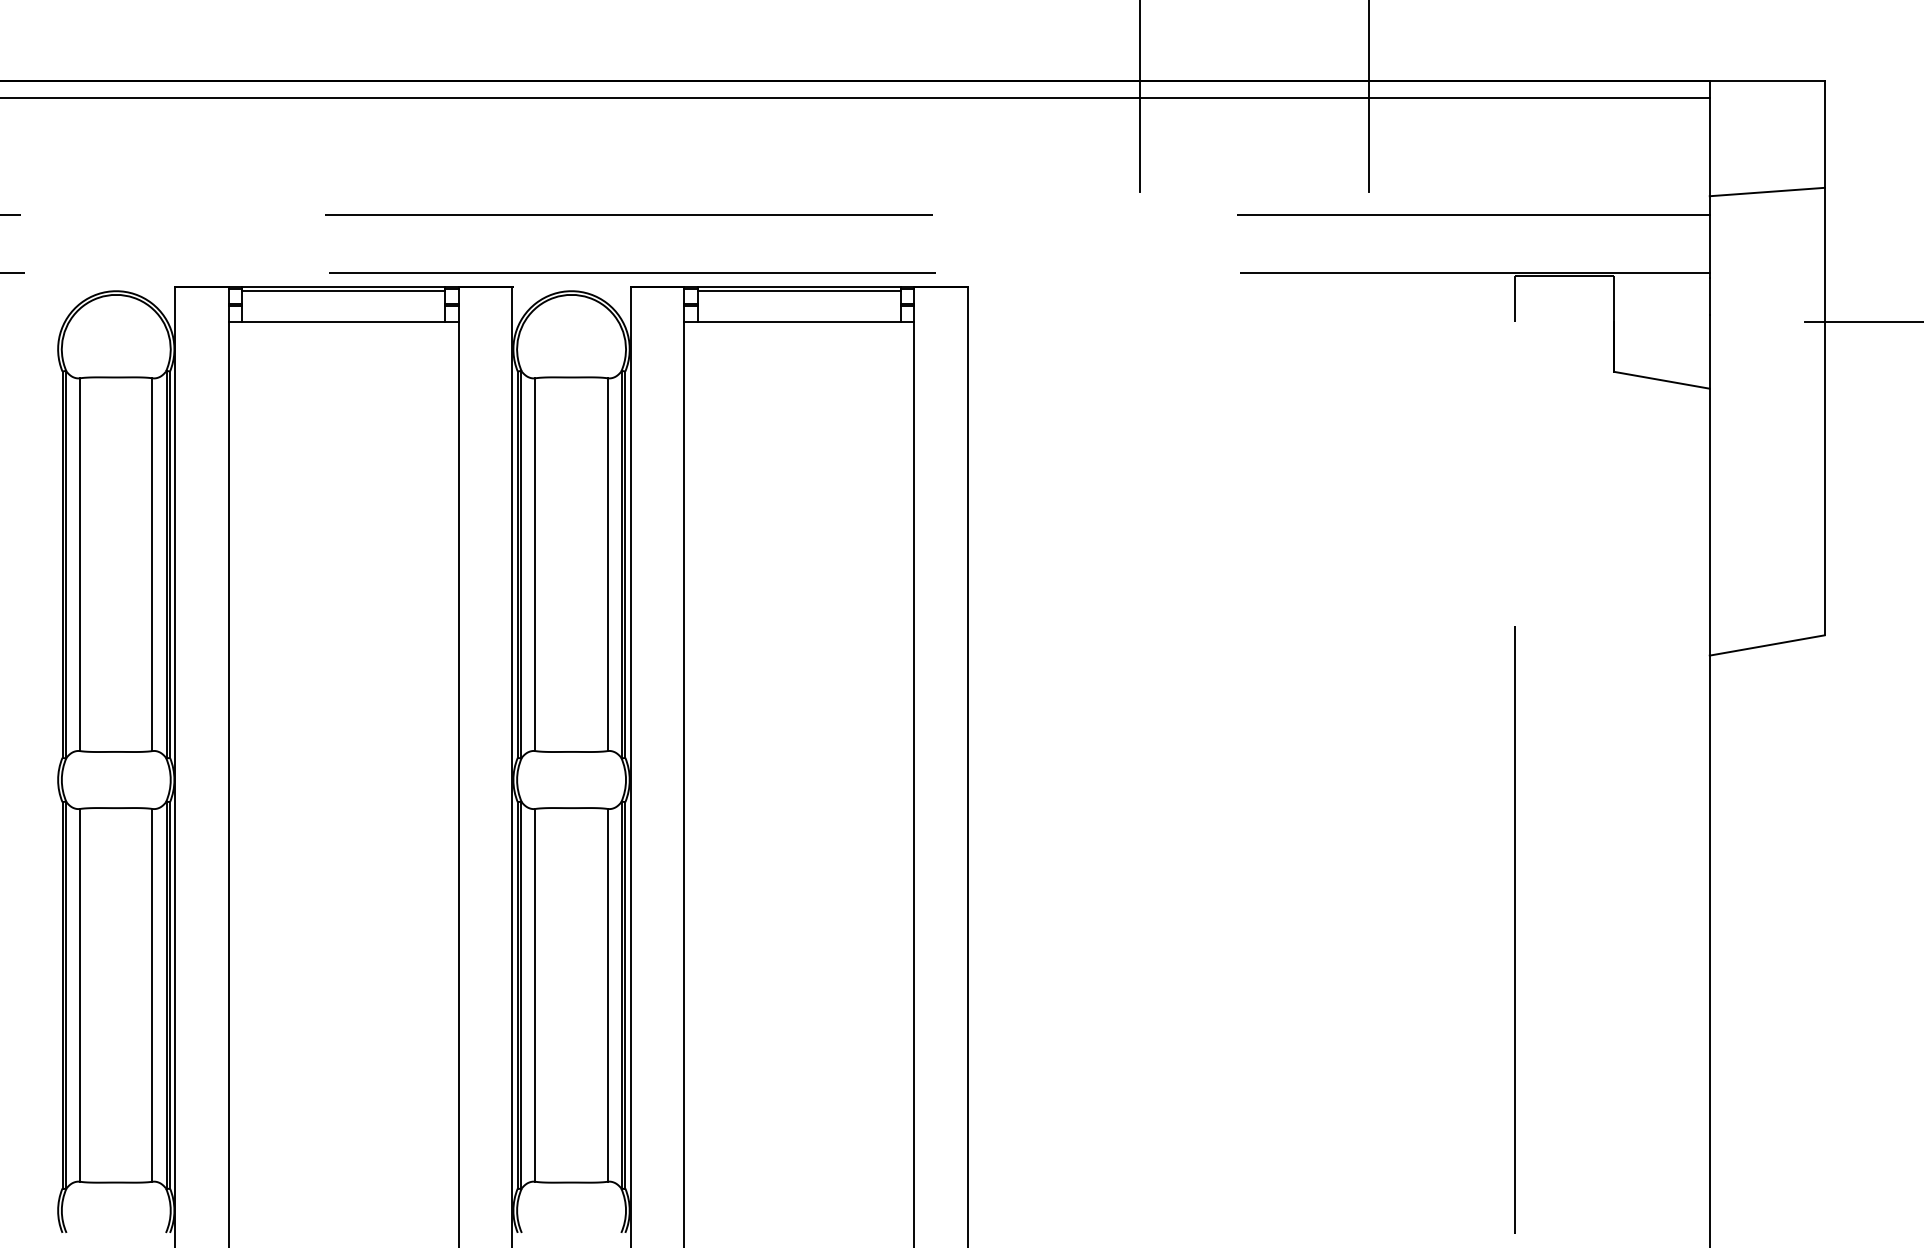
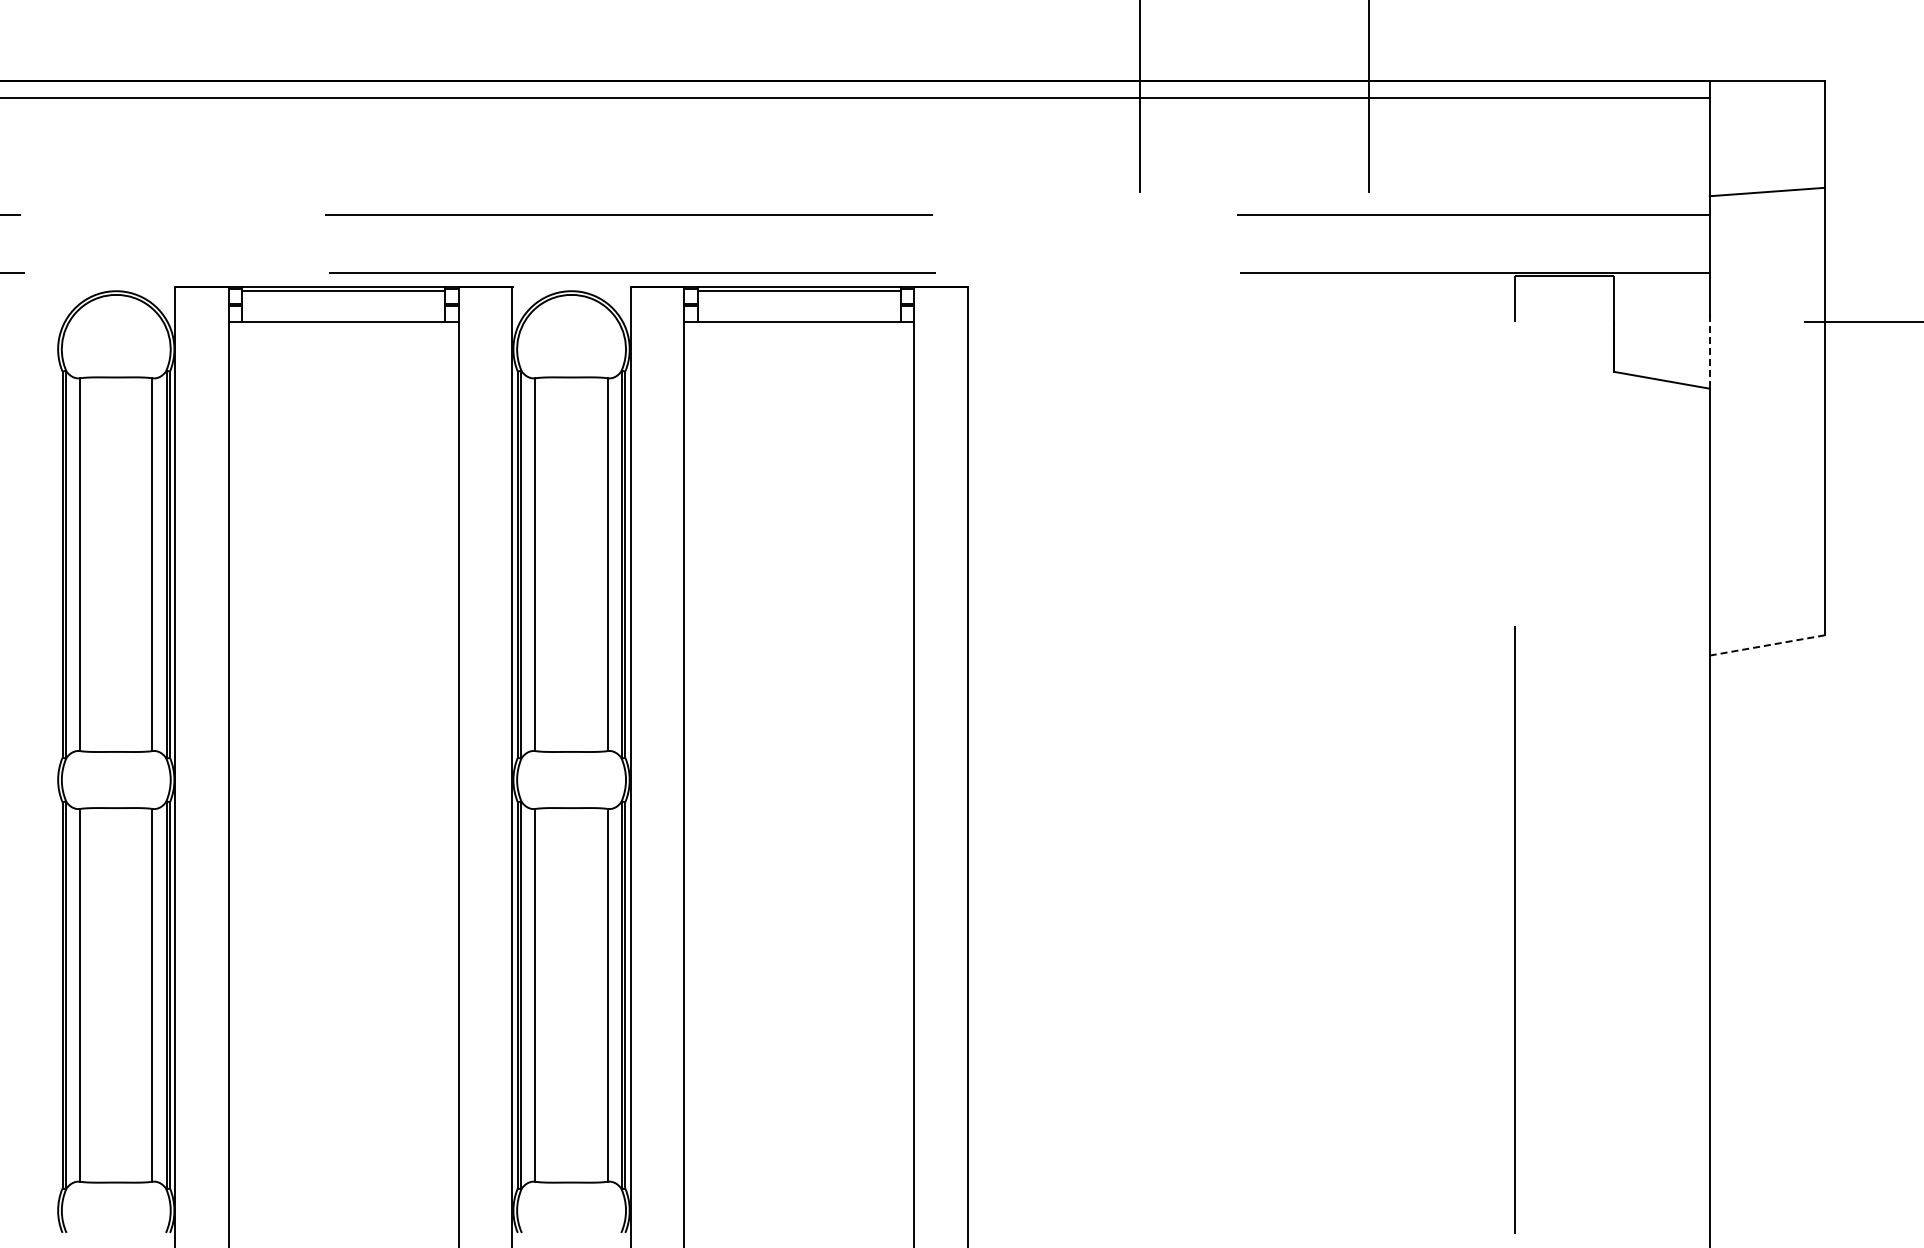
line at (1709, 351): solid -> dashed
line at (1767, 645): solid -> dashed
